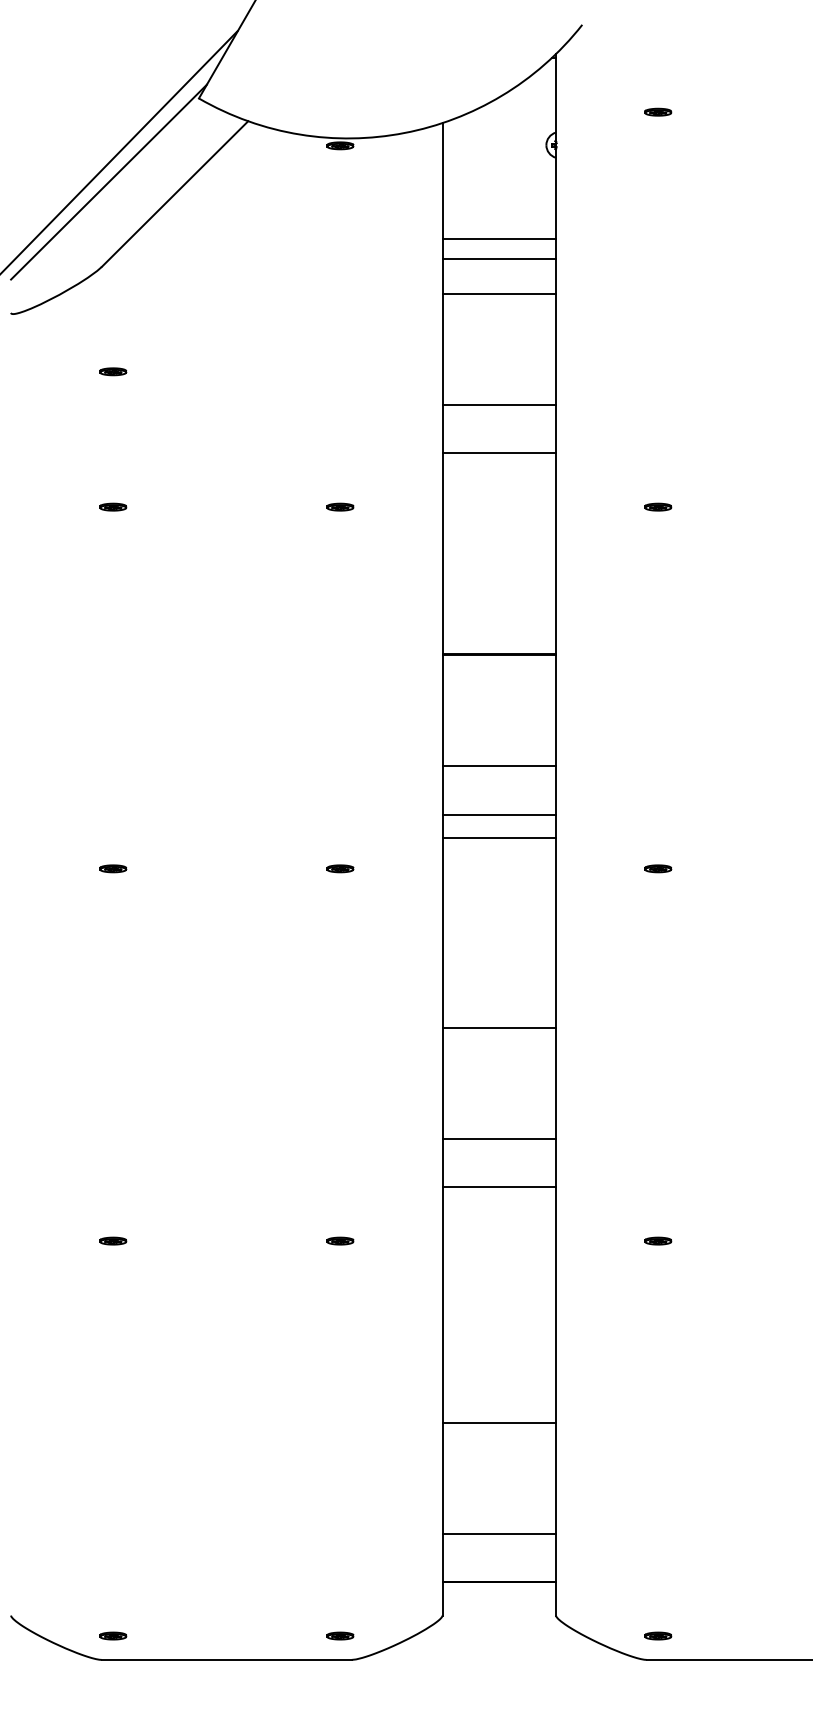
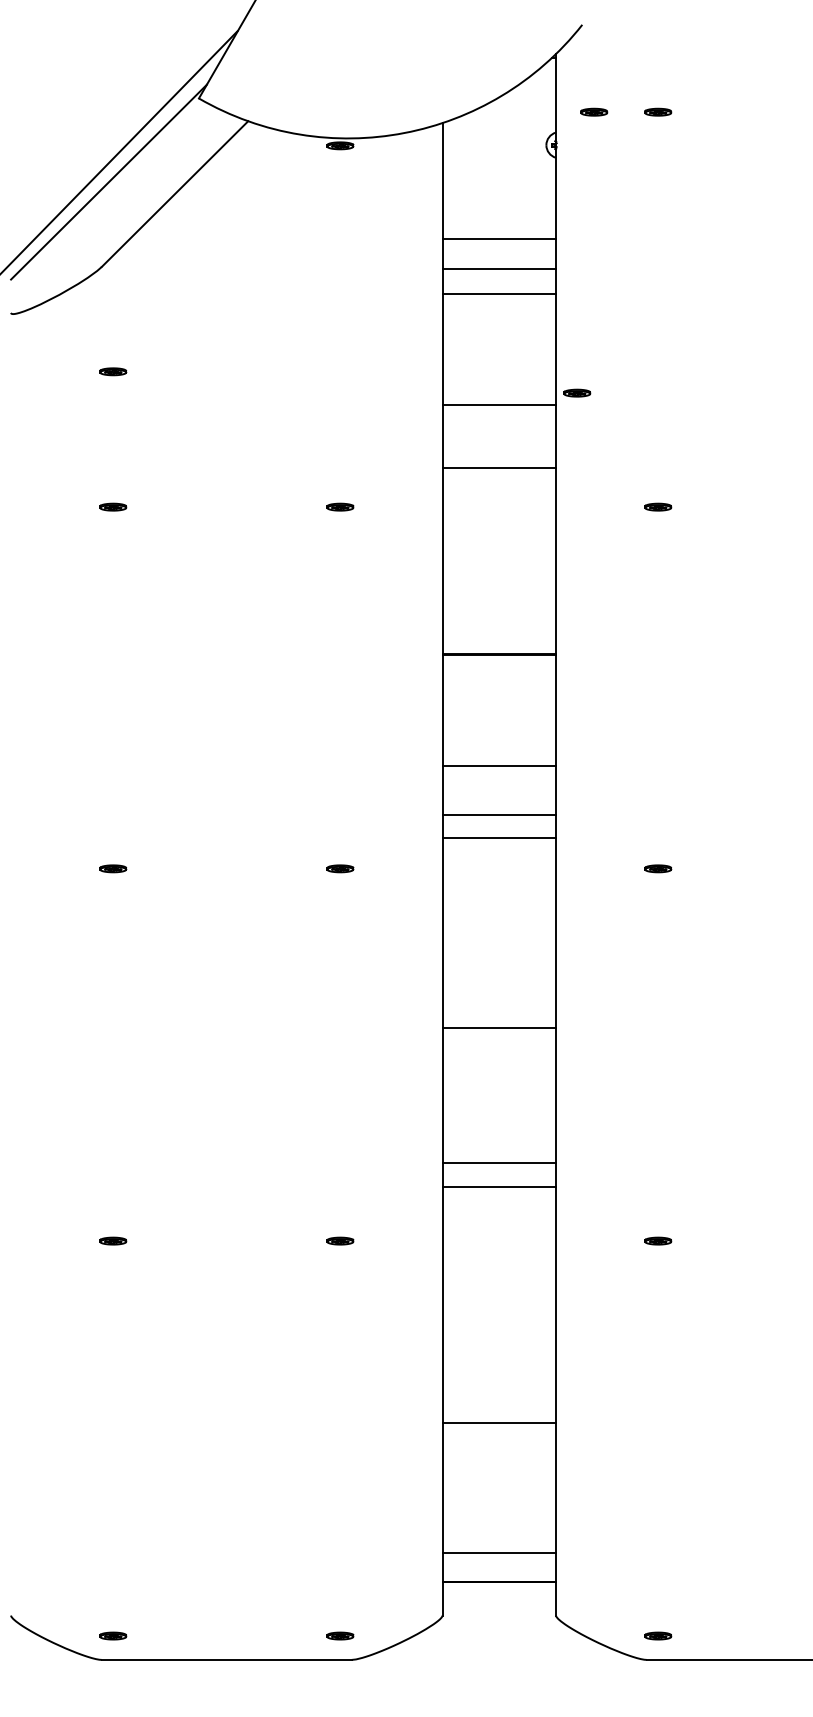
part at (594, 111): none -> present
line at (499, 258) position: (499, 258) -> (499, 268)
part at (577, 392): none -> present
line at (499, 452) position: (499, 452) -> (499, 467)
line at (499, 1138) position: (499, 1138) -> (499, 1162)
line at (499, 1533) position: (499, 1533) -> (499, 1552)
